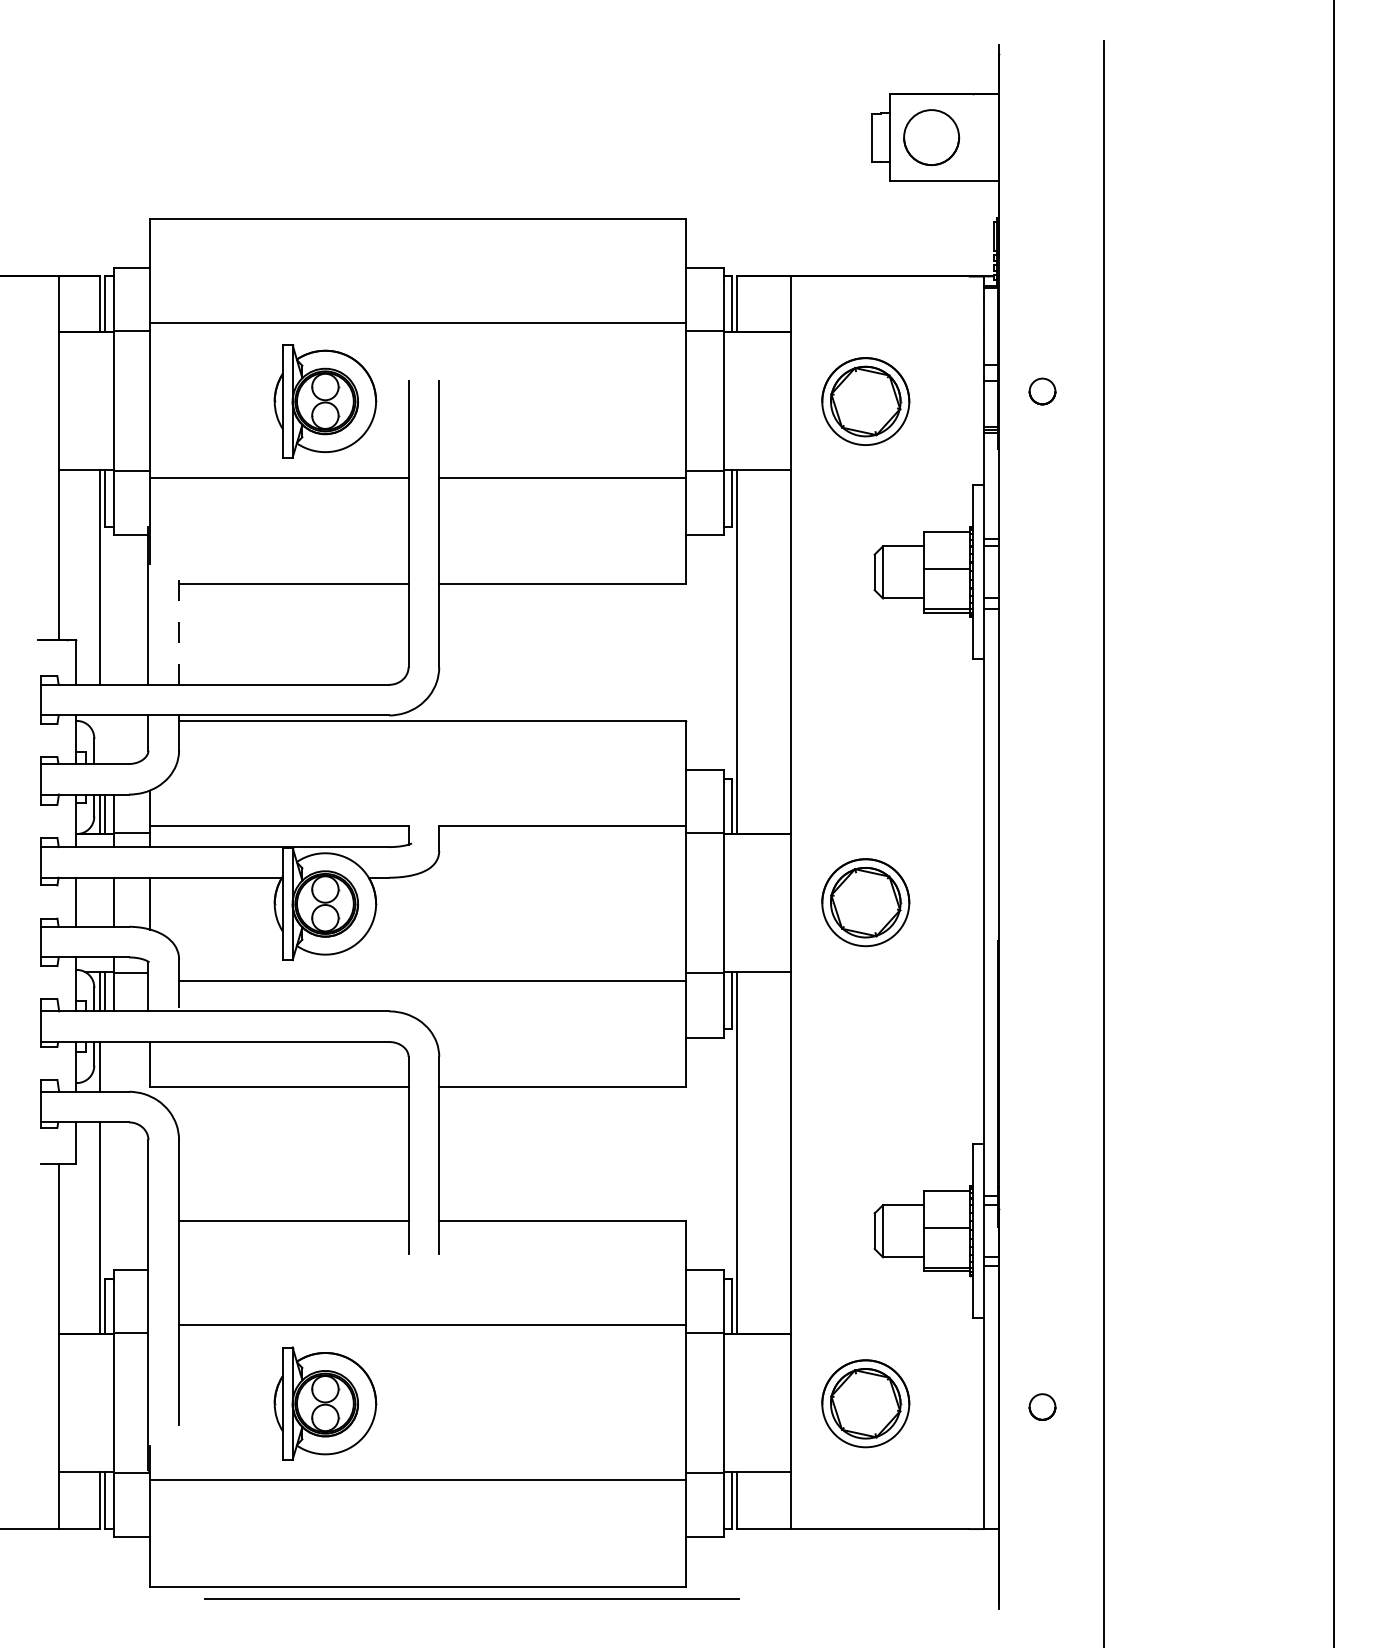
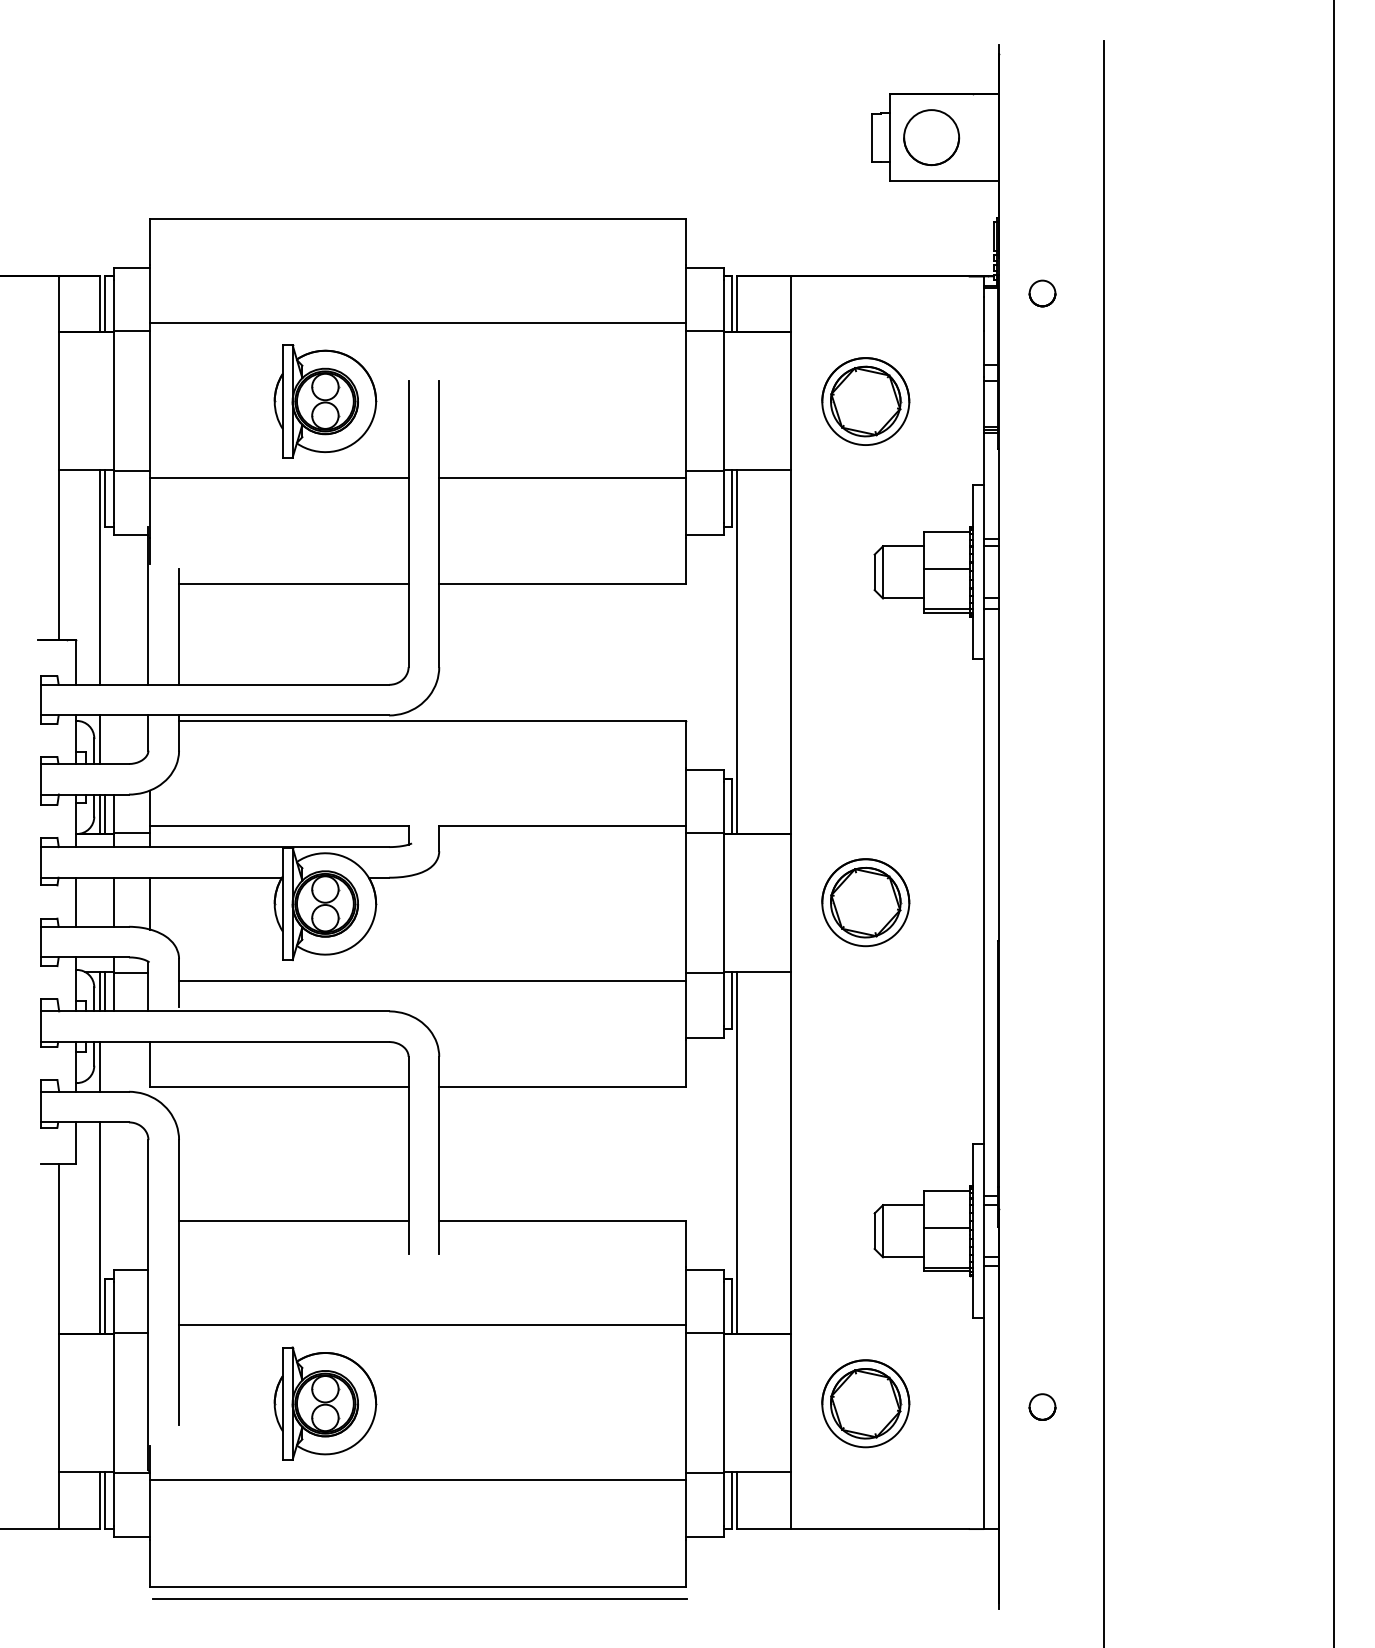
part at (1042, 391) position: (1042, 391) -> (1042, 293)
line at (179, 626): dashed -> solid
line at (99, 739): none -> present
line at (471, 1598) position: (471, 1598) -> (419, 1598)
